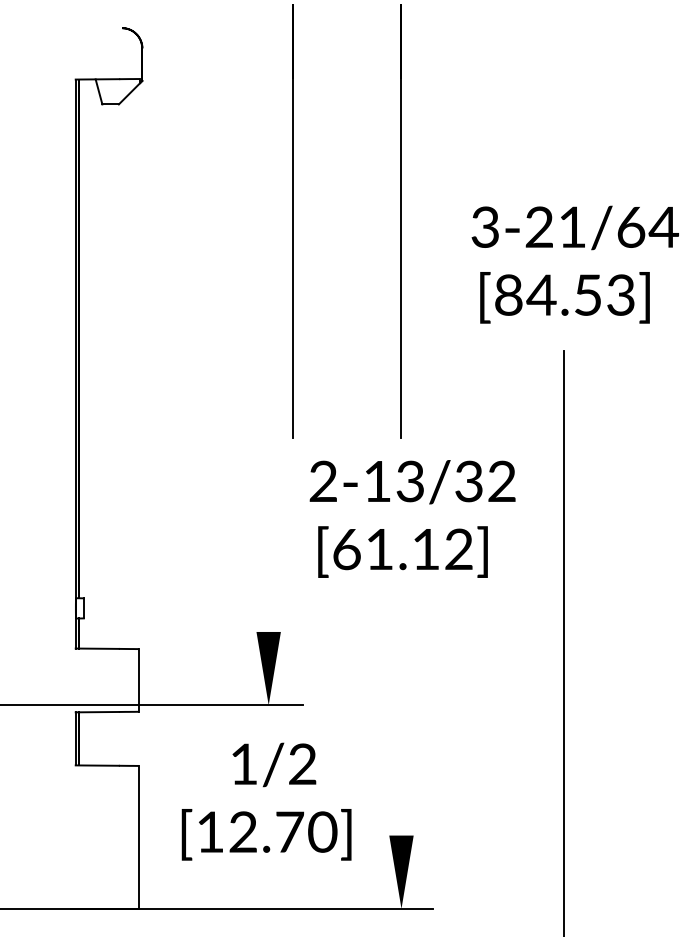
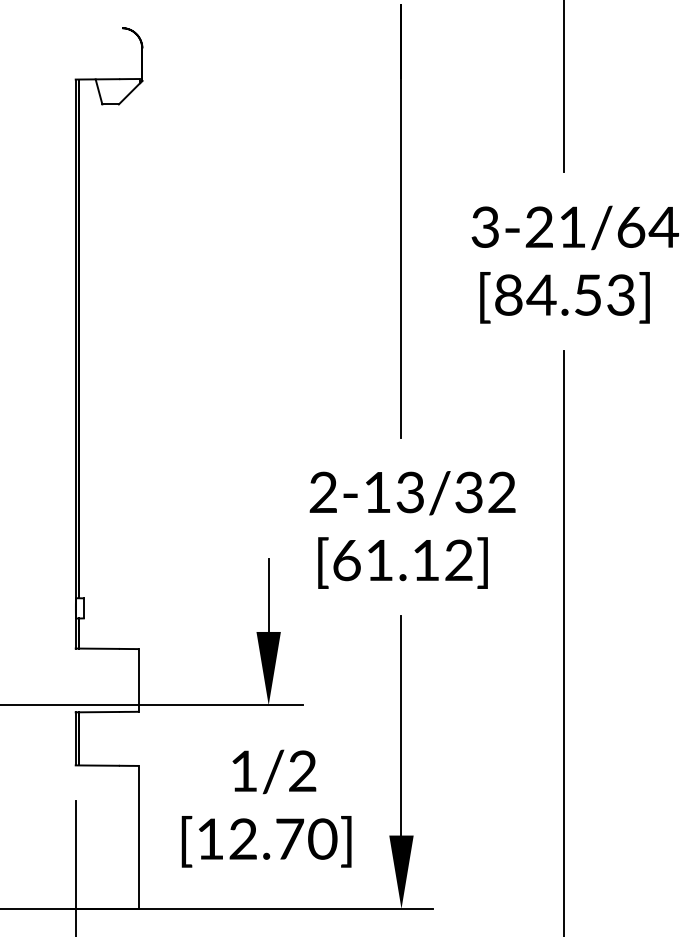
line at (564, 87): none -> present
line at (292, 221): present -> none
text at (412, 518) position: (412, 518) -> (412, 529)
line at (268, 594): none -> present
line at (401, 725): none -> present
text at (266, 801) position: (266, 801) -> (266, 808)
line at (75, 866): none -> present
